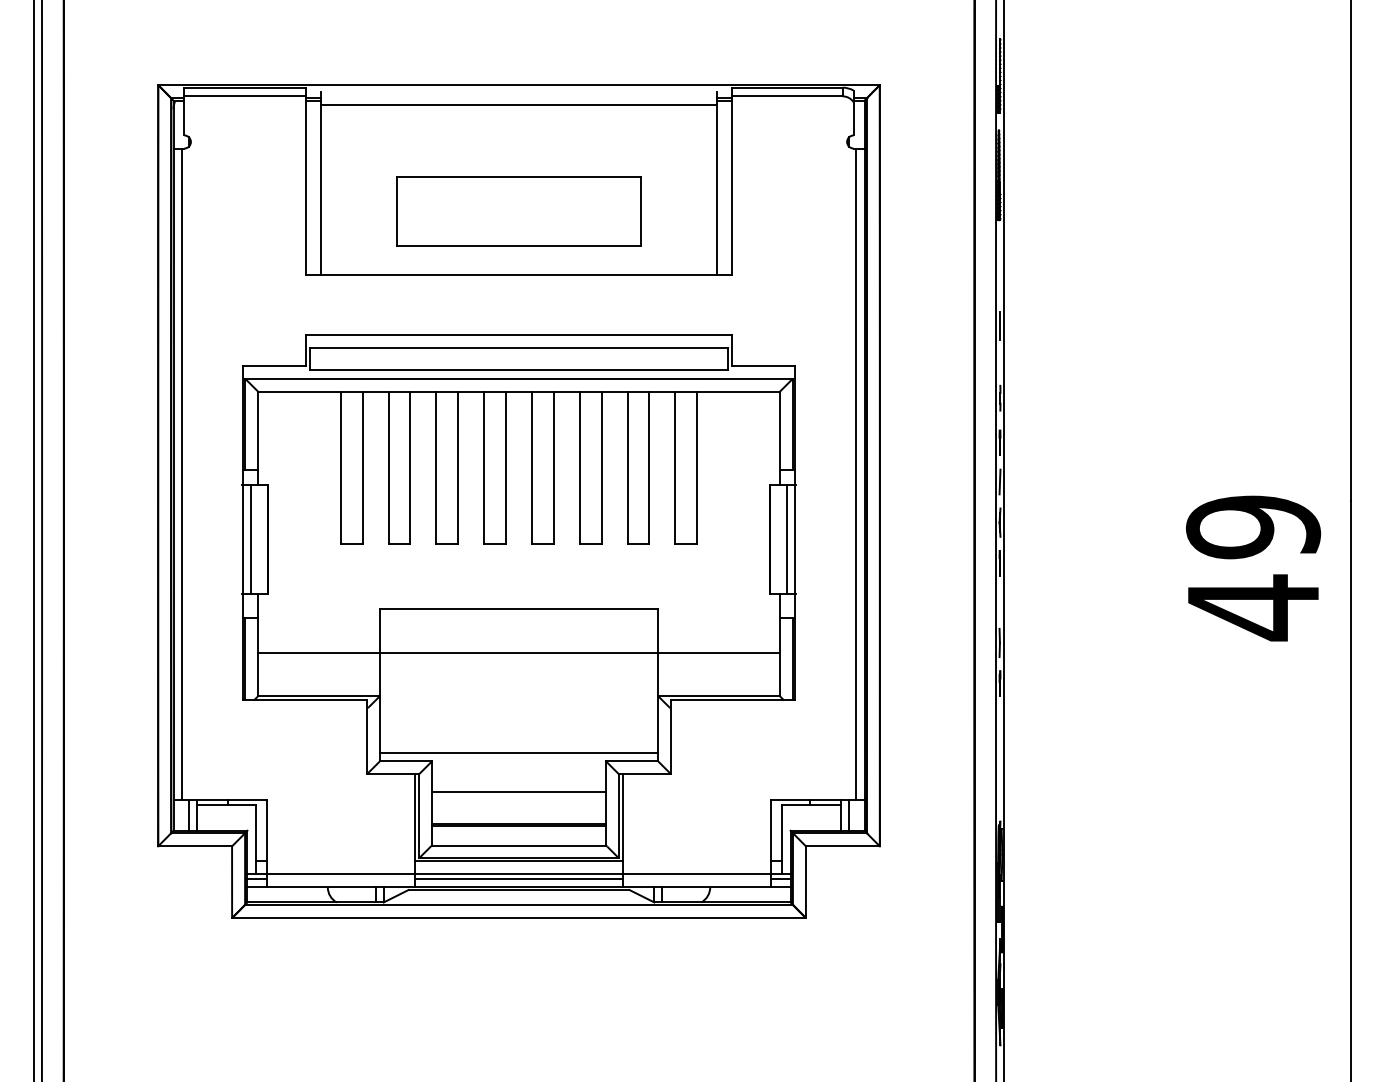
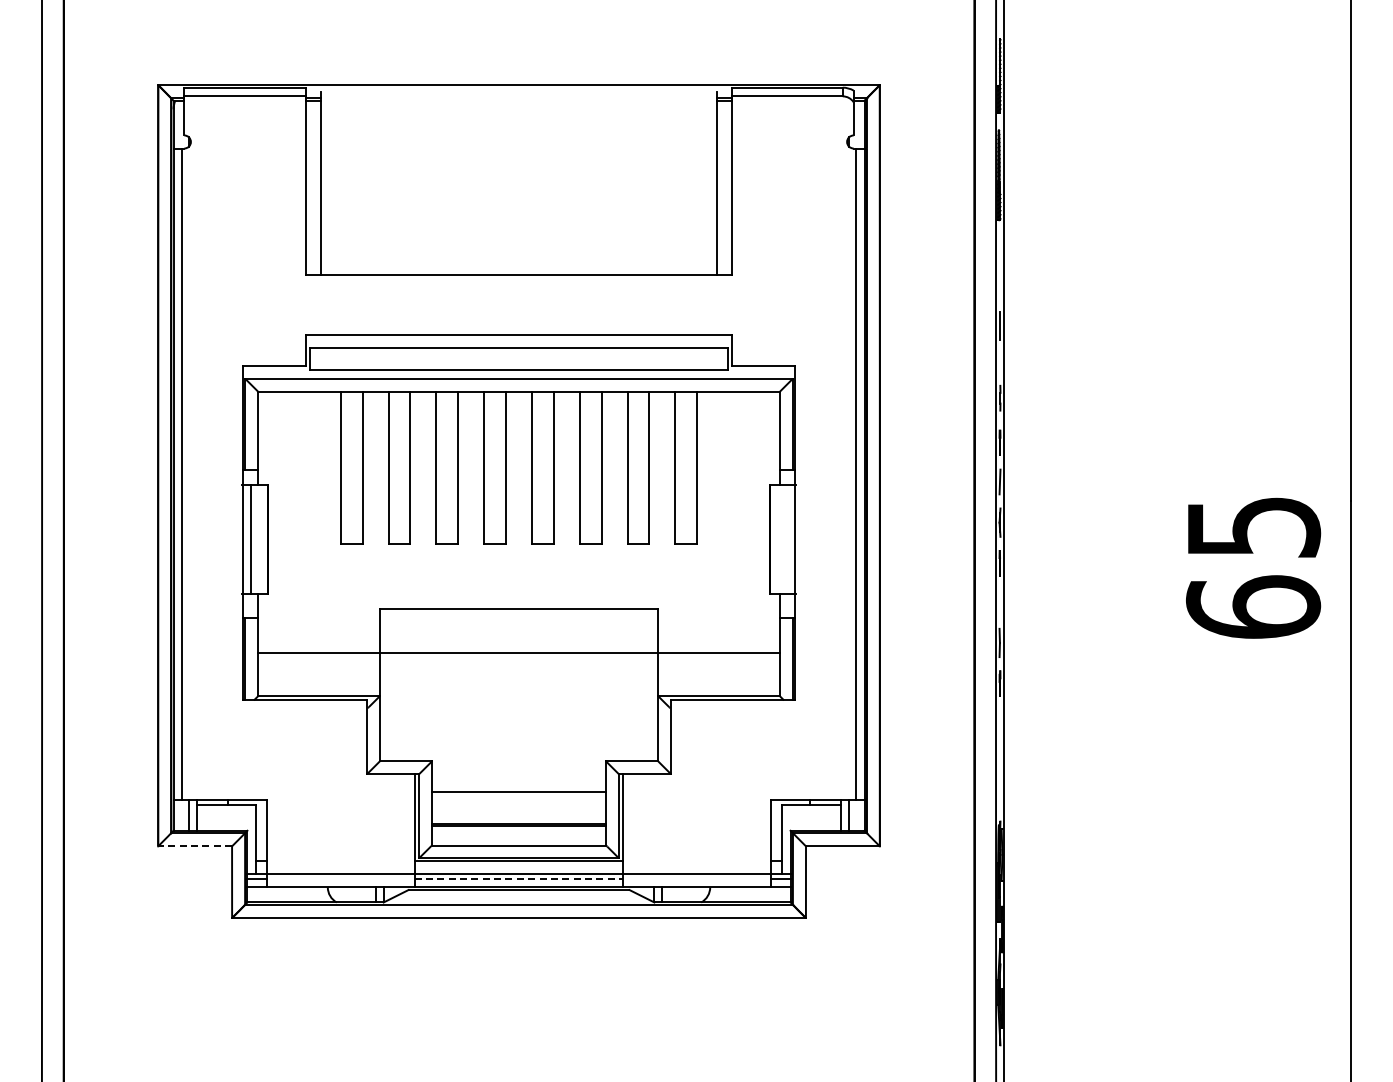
line at (518, 105): present -> none
part at (518, 211): present -> none
line at (787, 539): present -> none
line at (34, 540): present -> none
text at (1253, 568): 49 -> 65
line at (518, 752): present -> none
line at (195, 846): solid -> dashed
line at (519, 878): solid -> dashed
